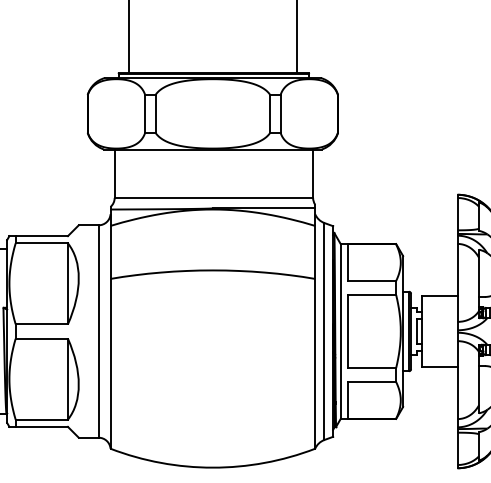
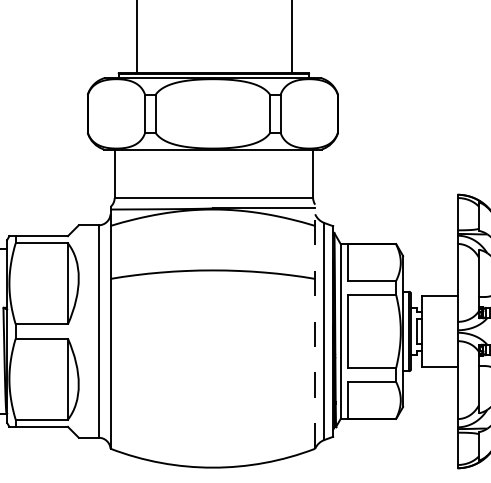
line at (129, 37) position: (129, 37) -> (137, 37)
line at (296, 37) position: (296, 37) -> (291, 37)
line at (315, 326): solid -> dashed
